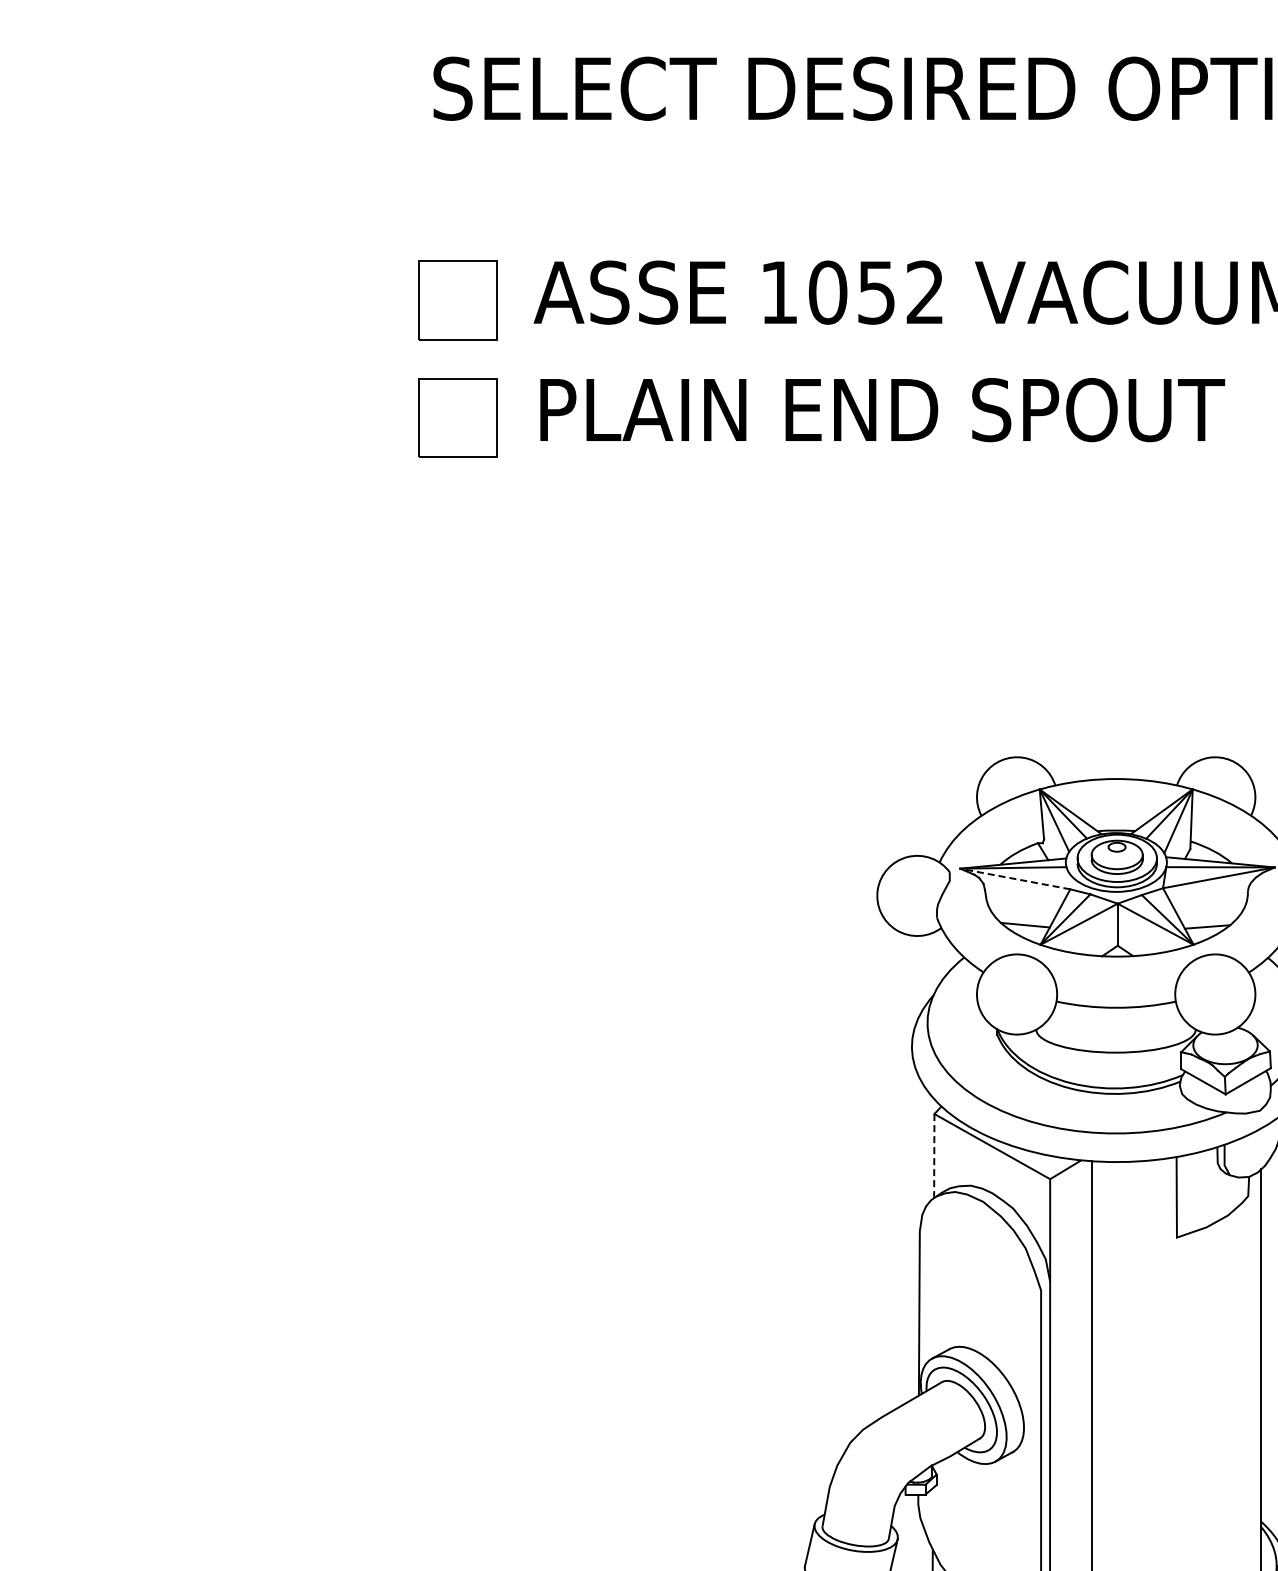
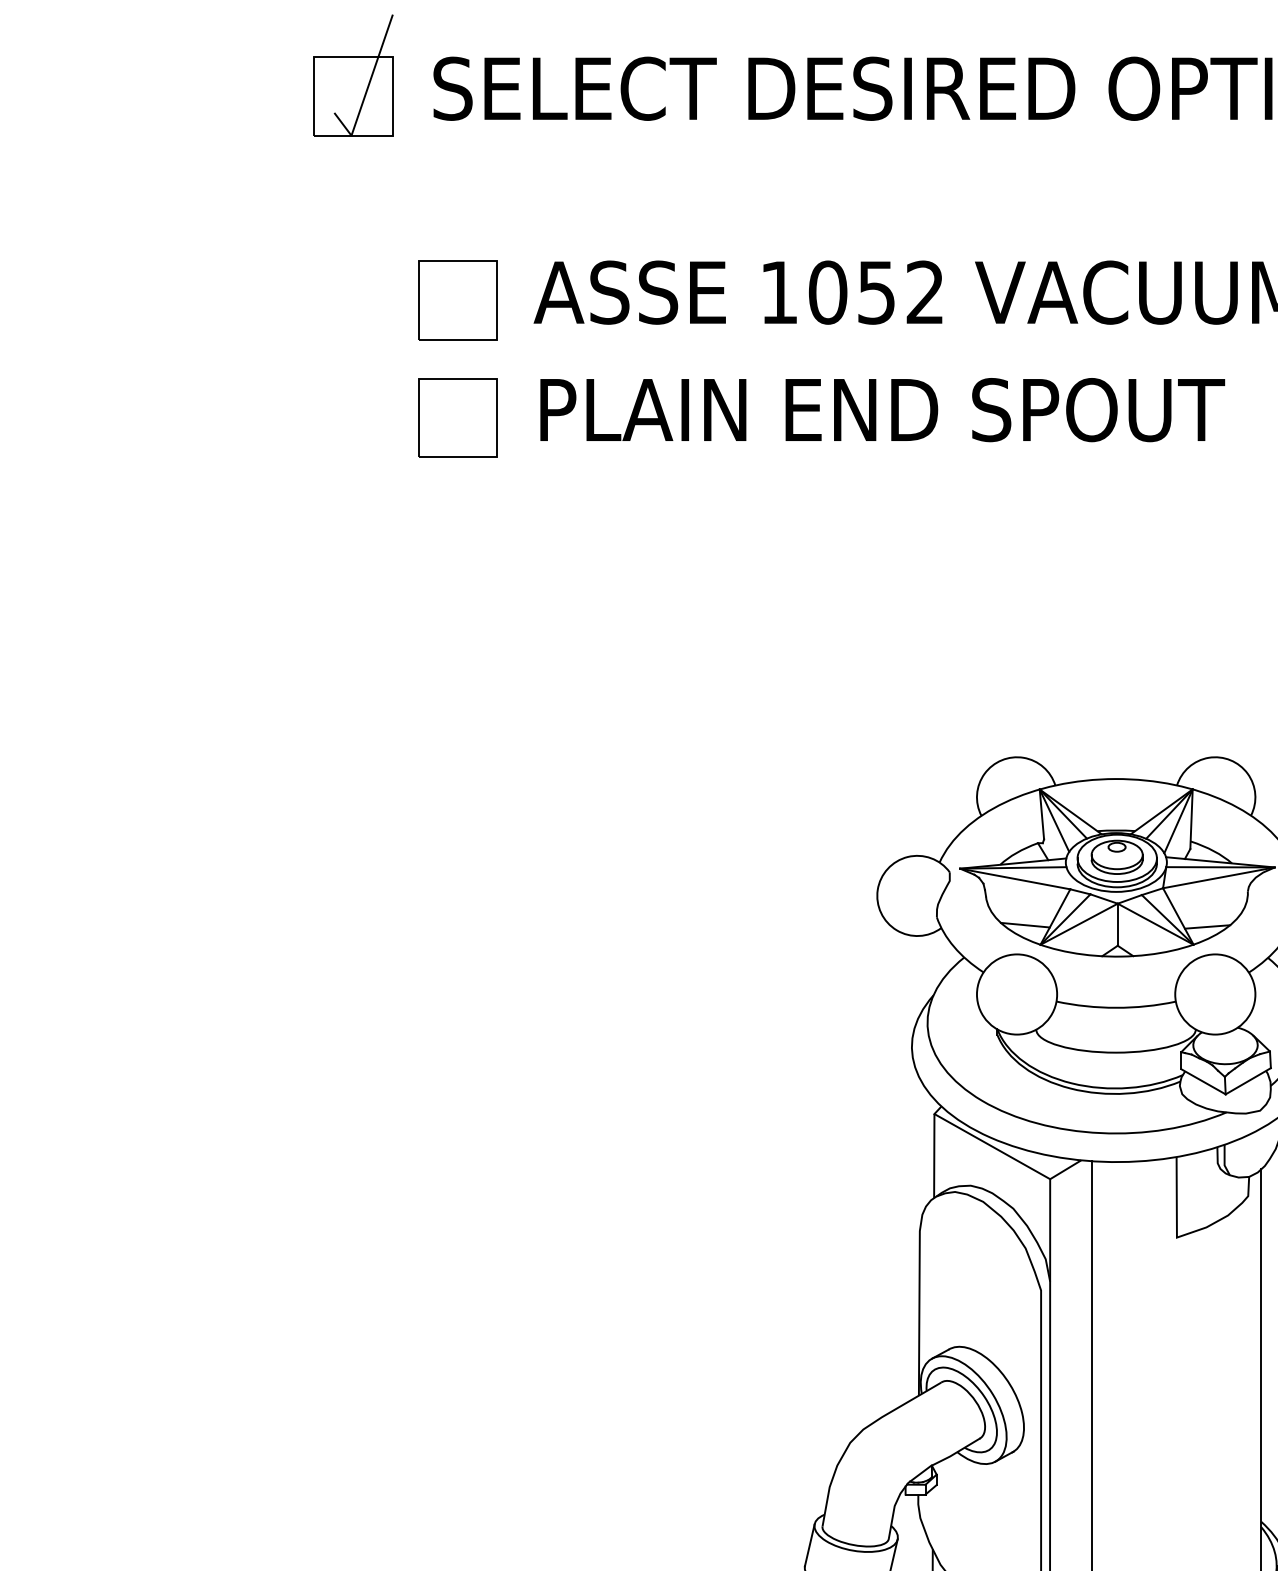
part at (353, 75): none -> present
line at (1014, 878): dashed -> solid
line at (934, 1155): dashed -> solid
